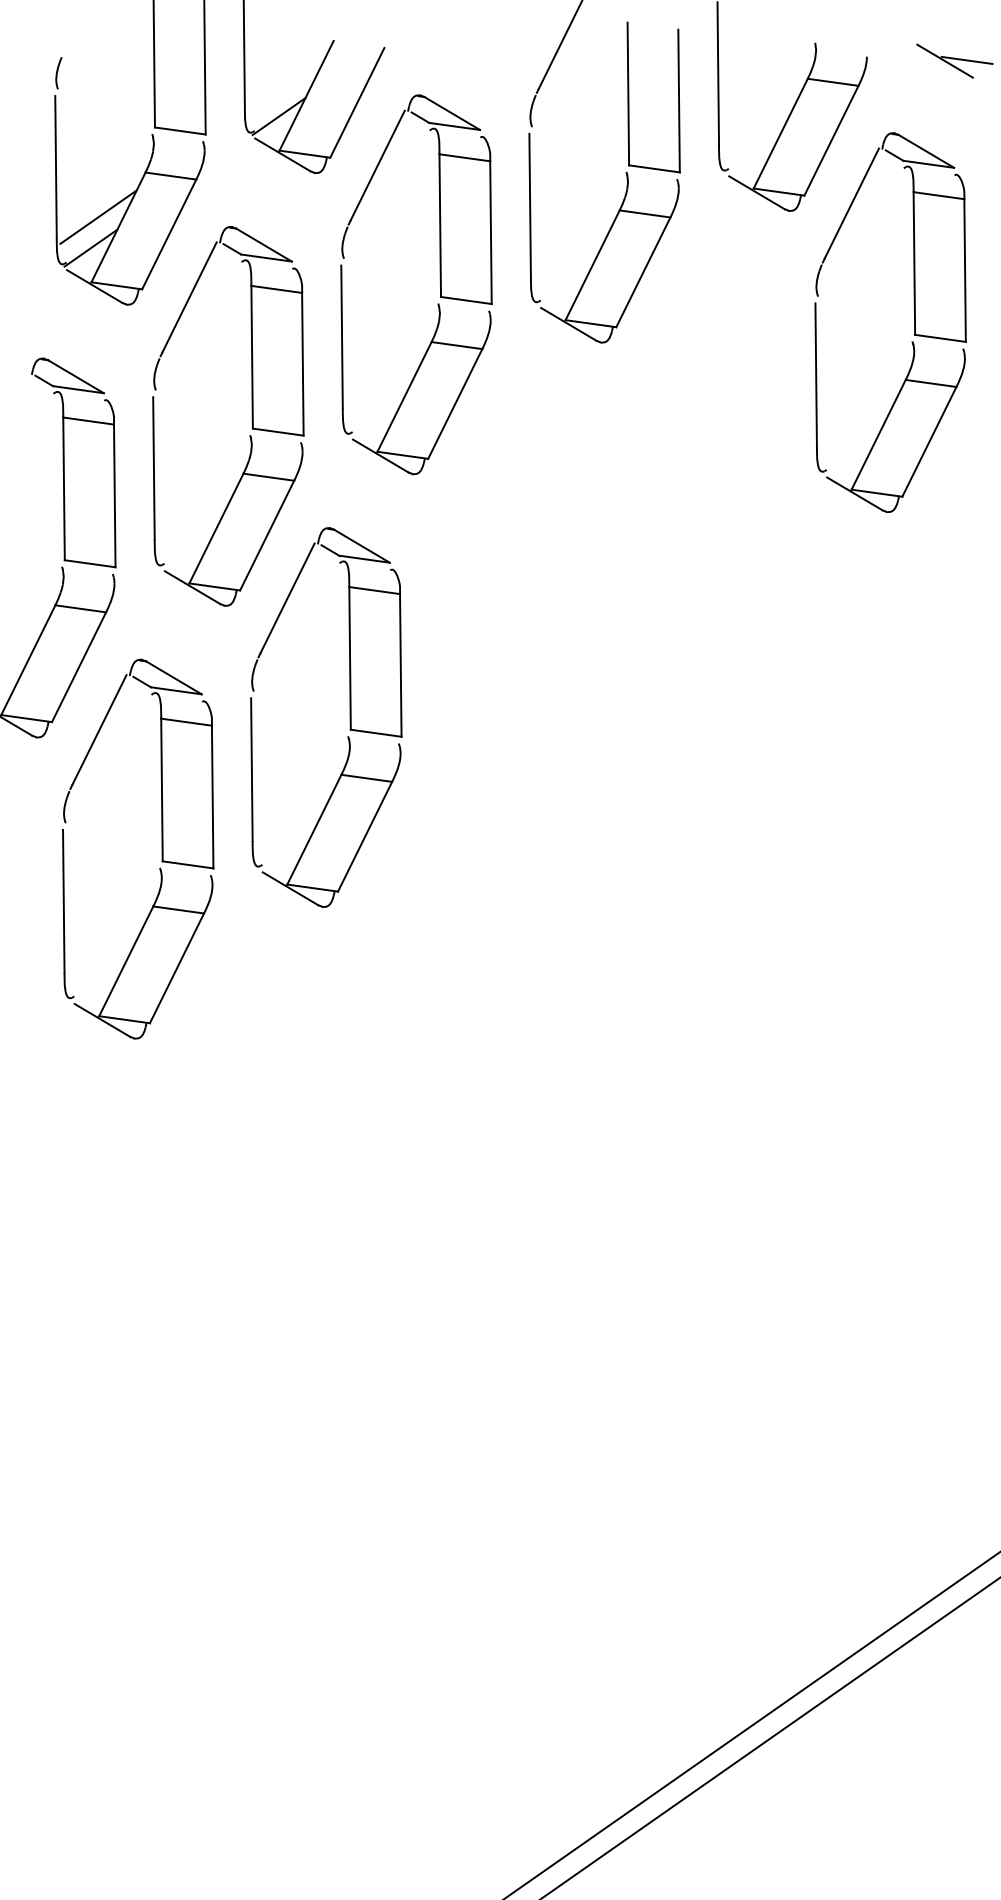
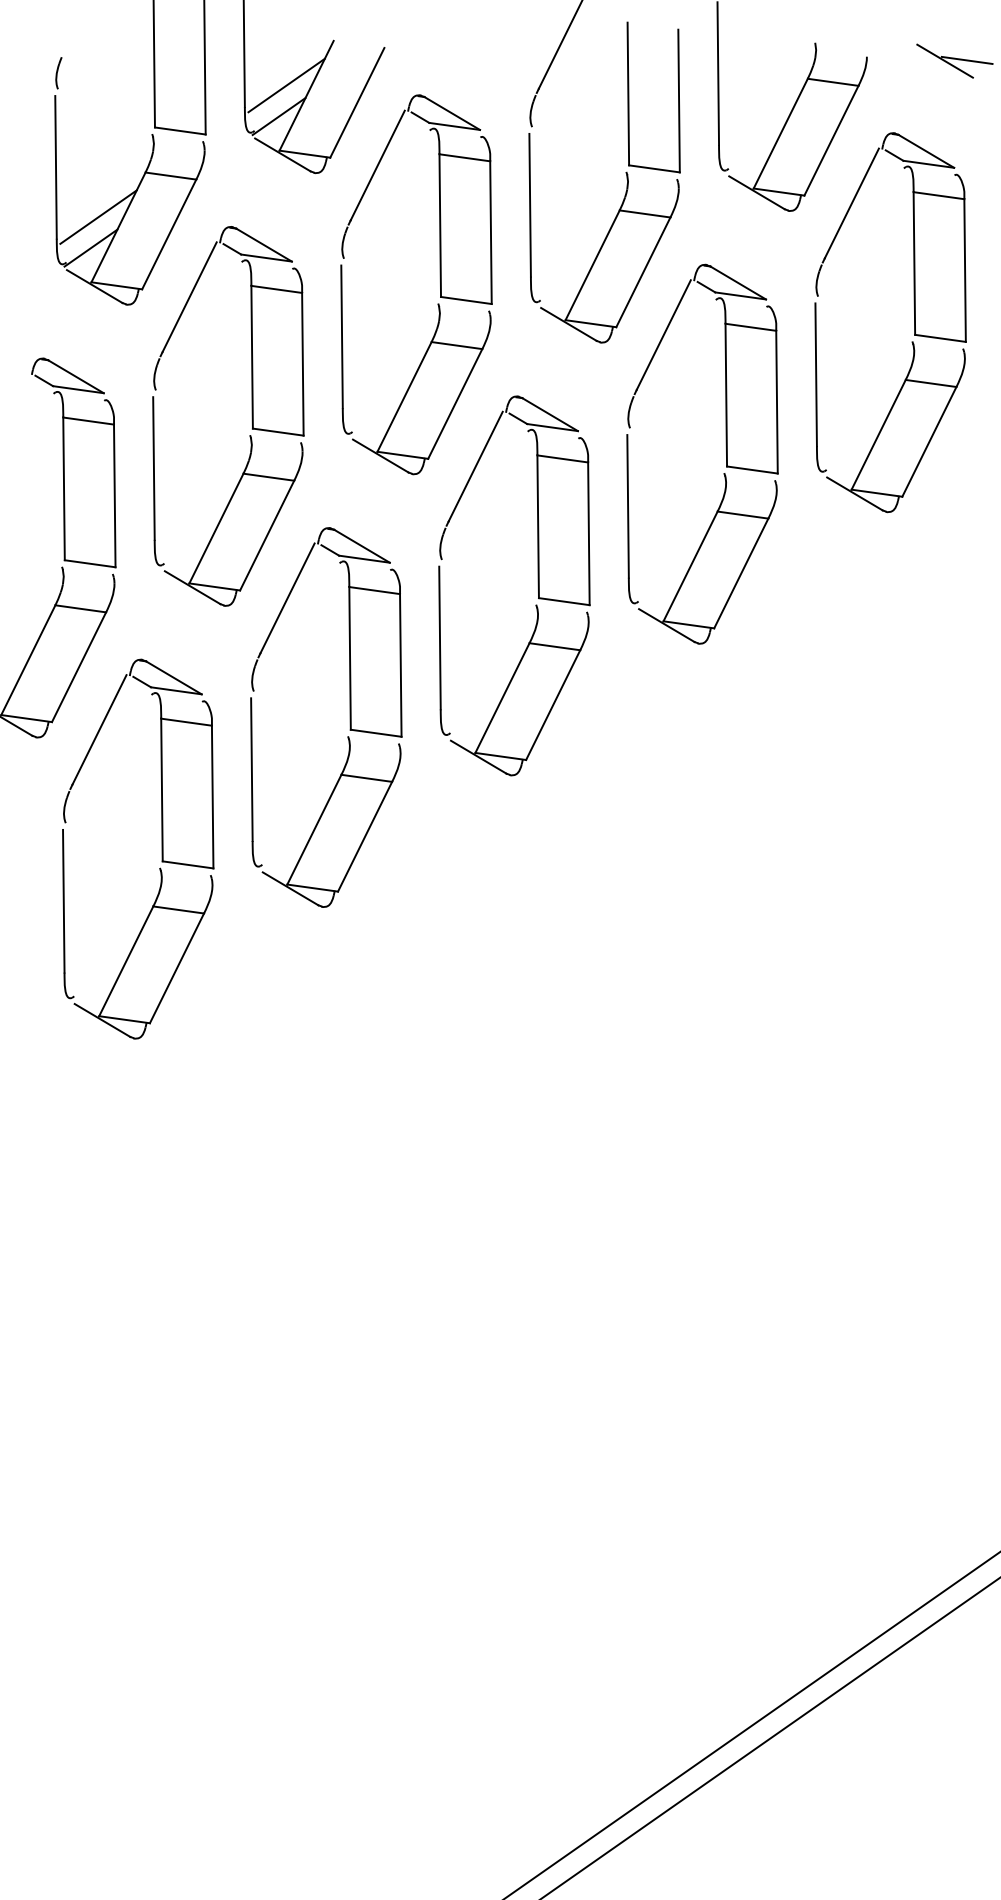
line at (286, 85): none -> present
part at (725, 447): none -> present
part at (537, 585): none -> present
